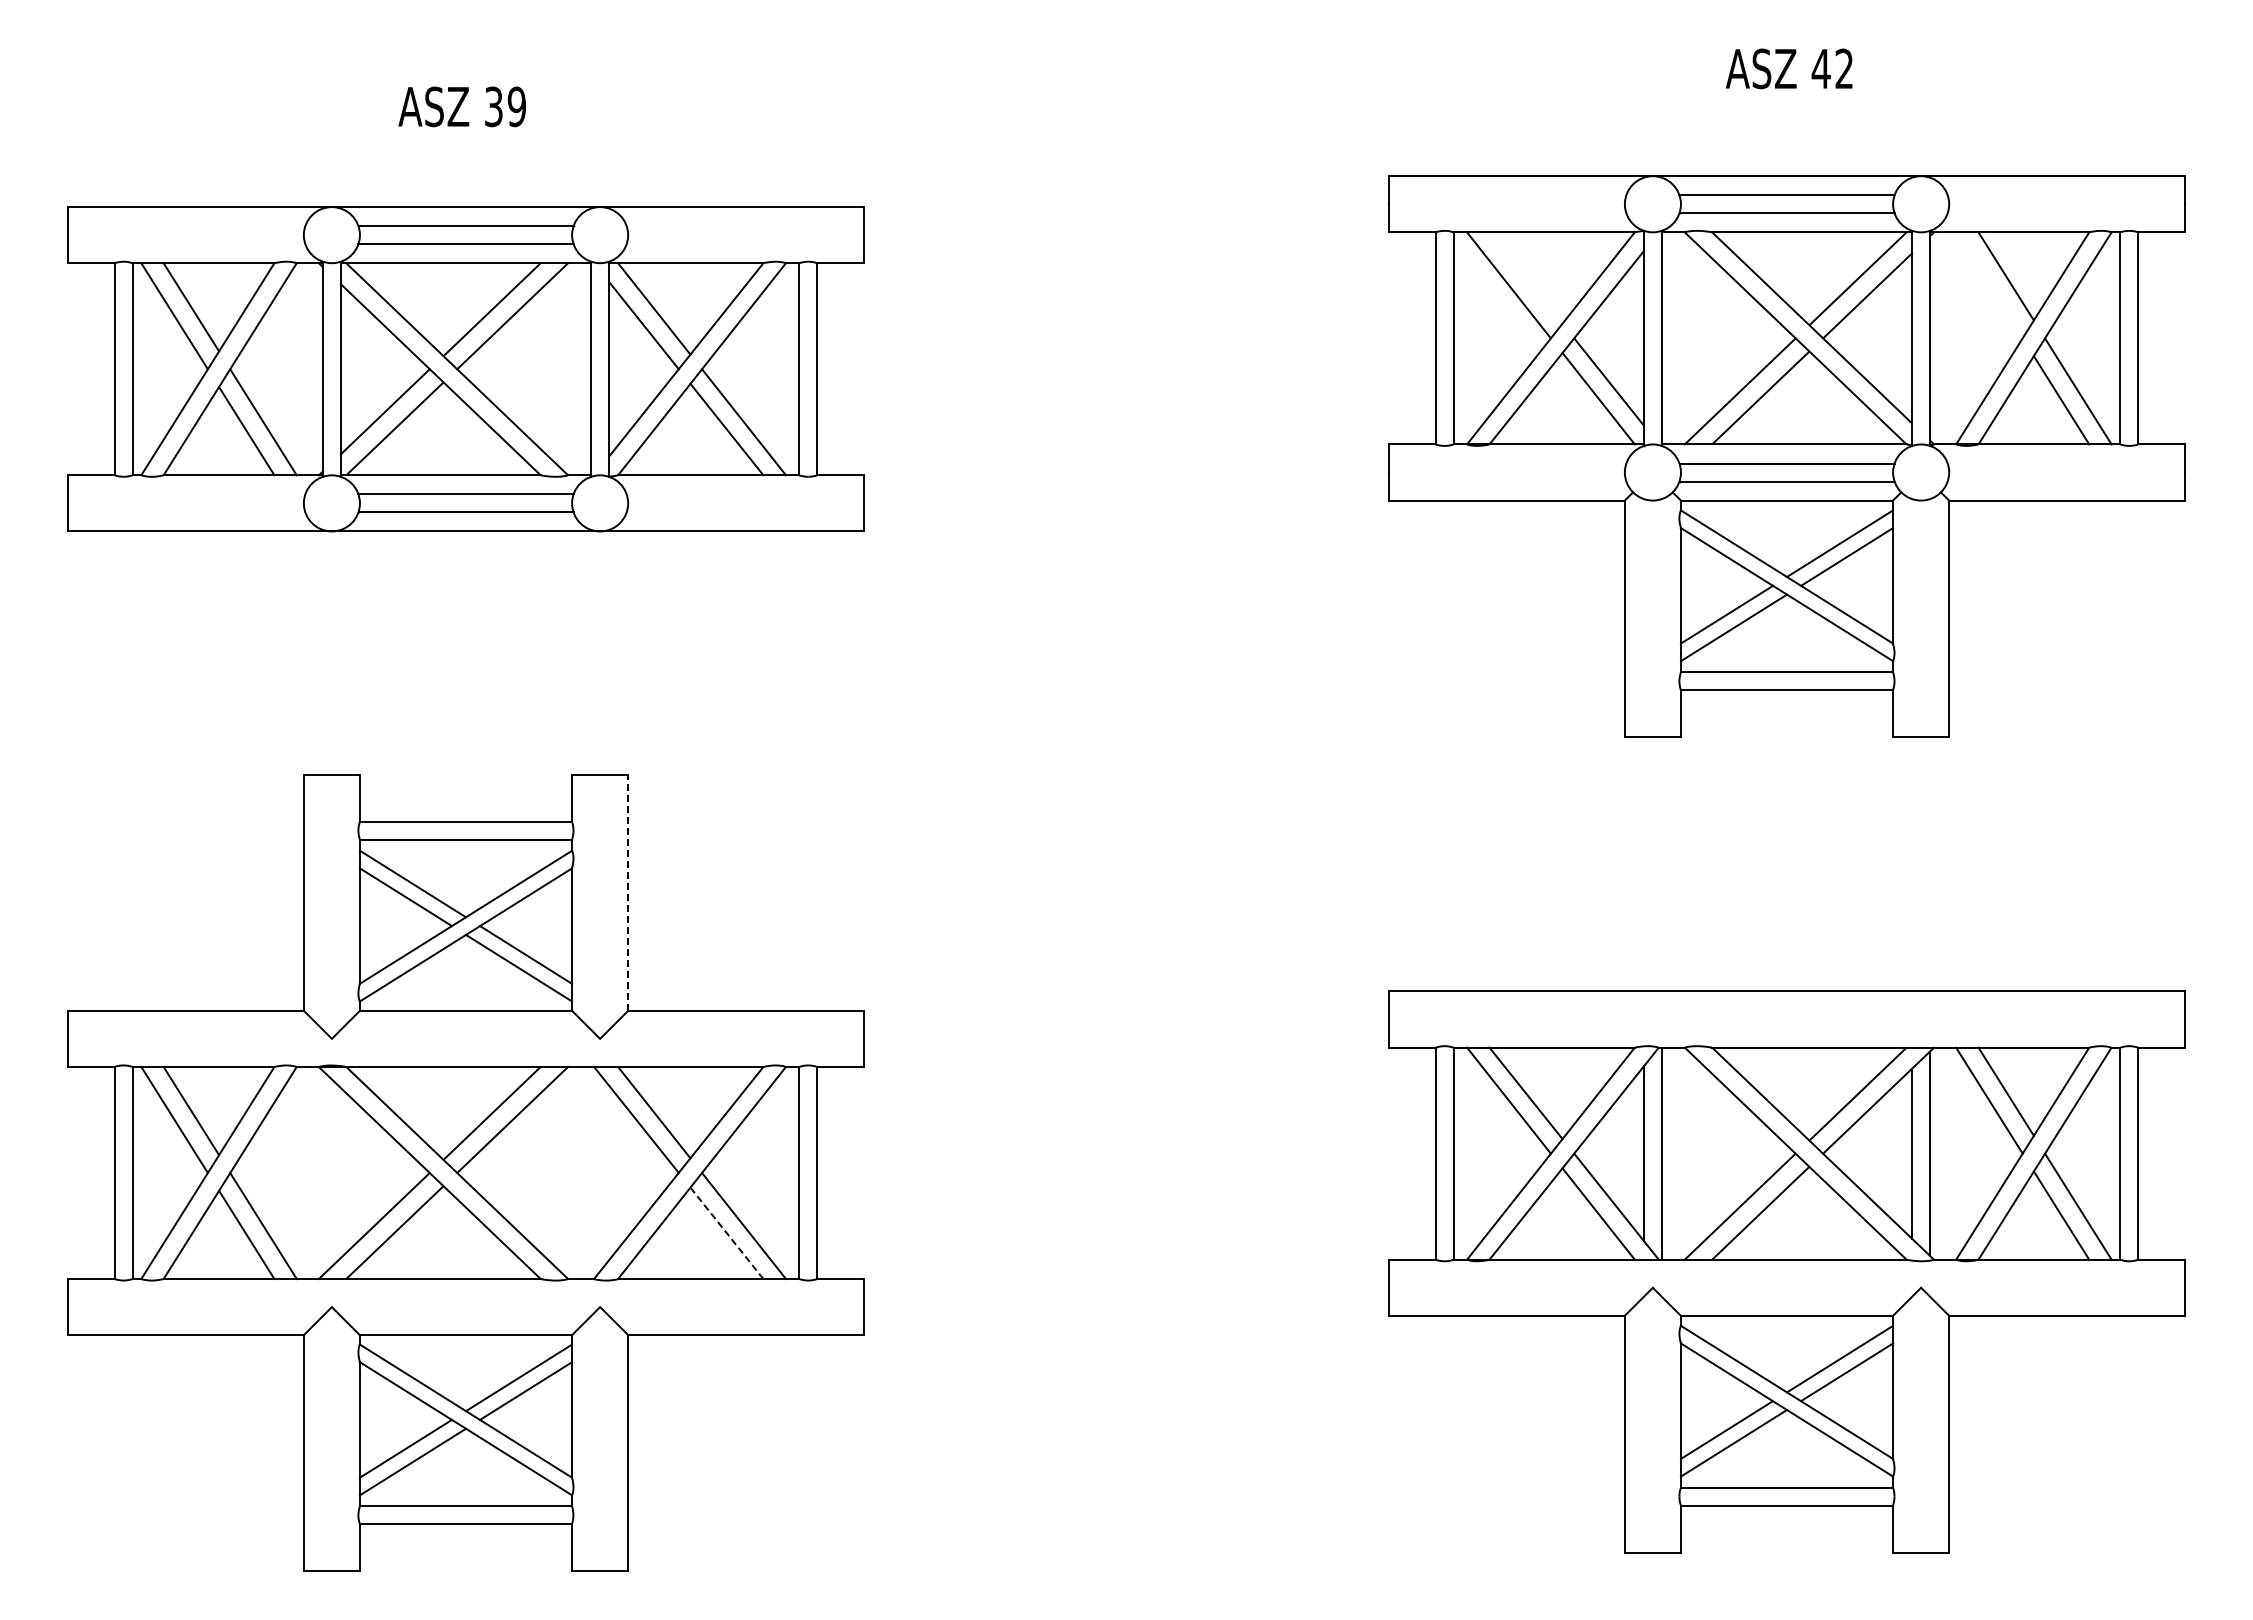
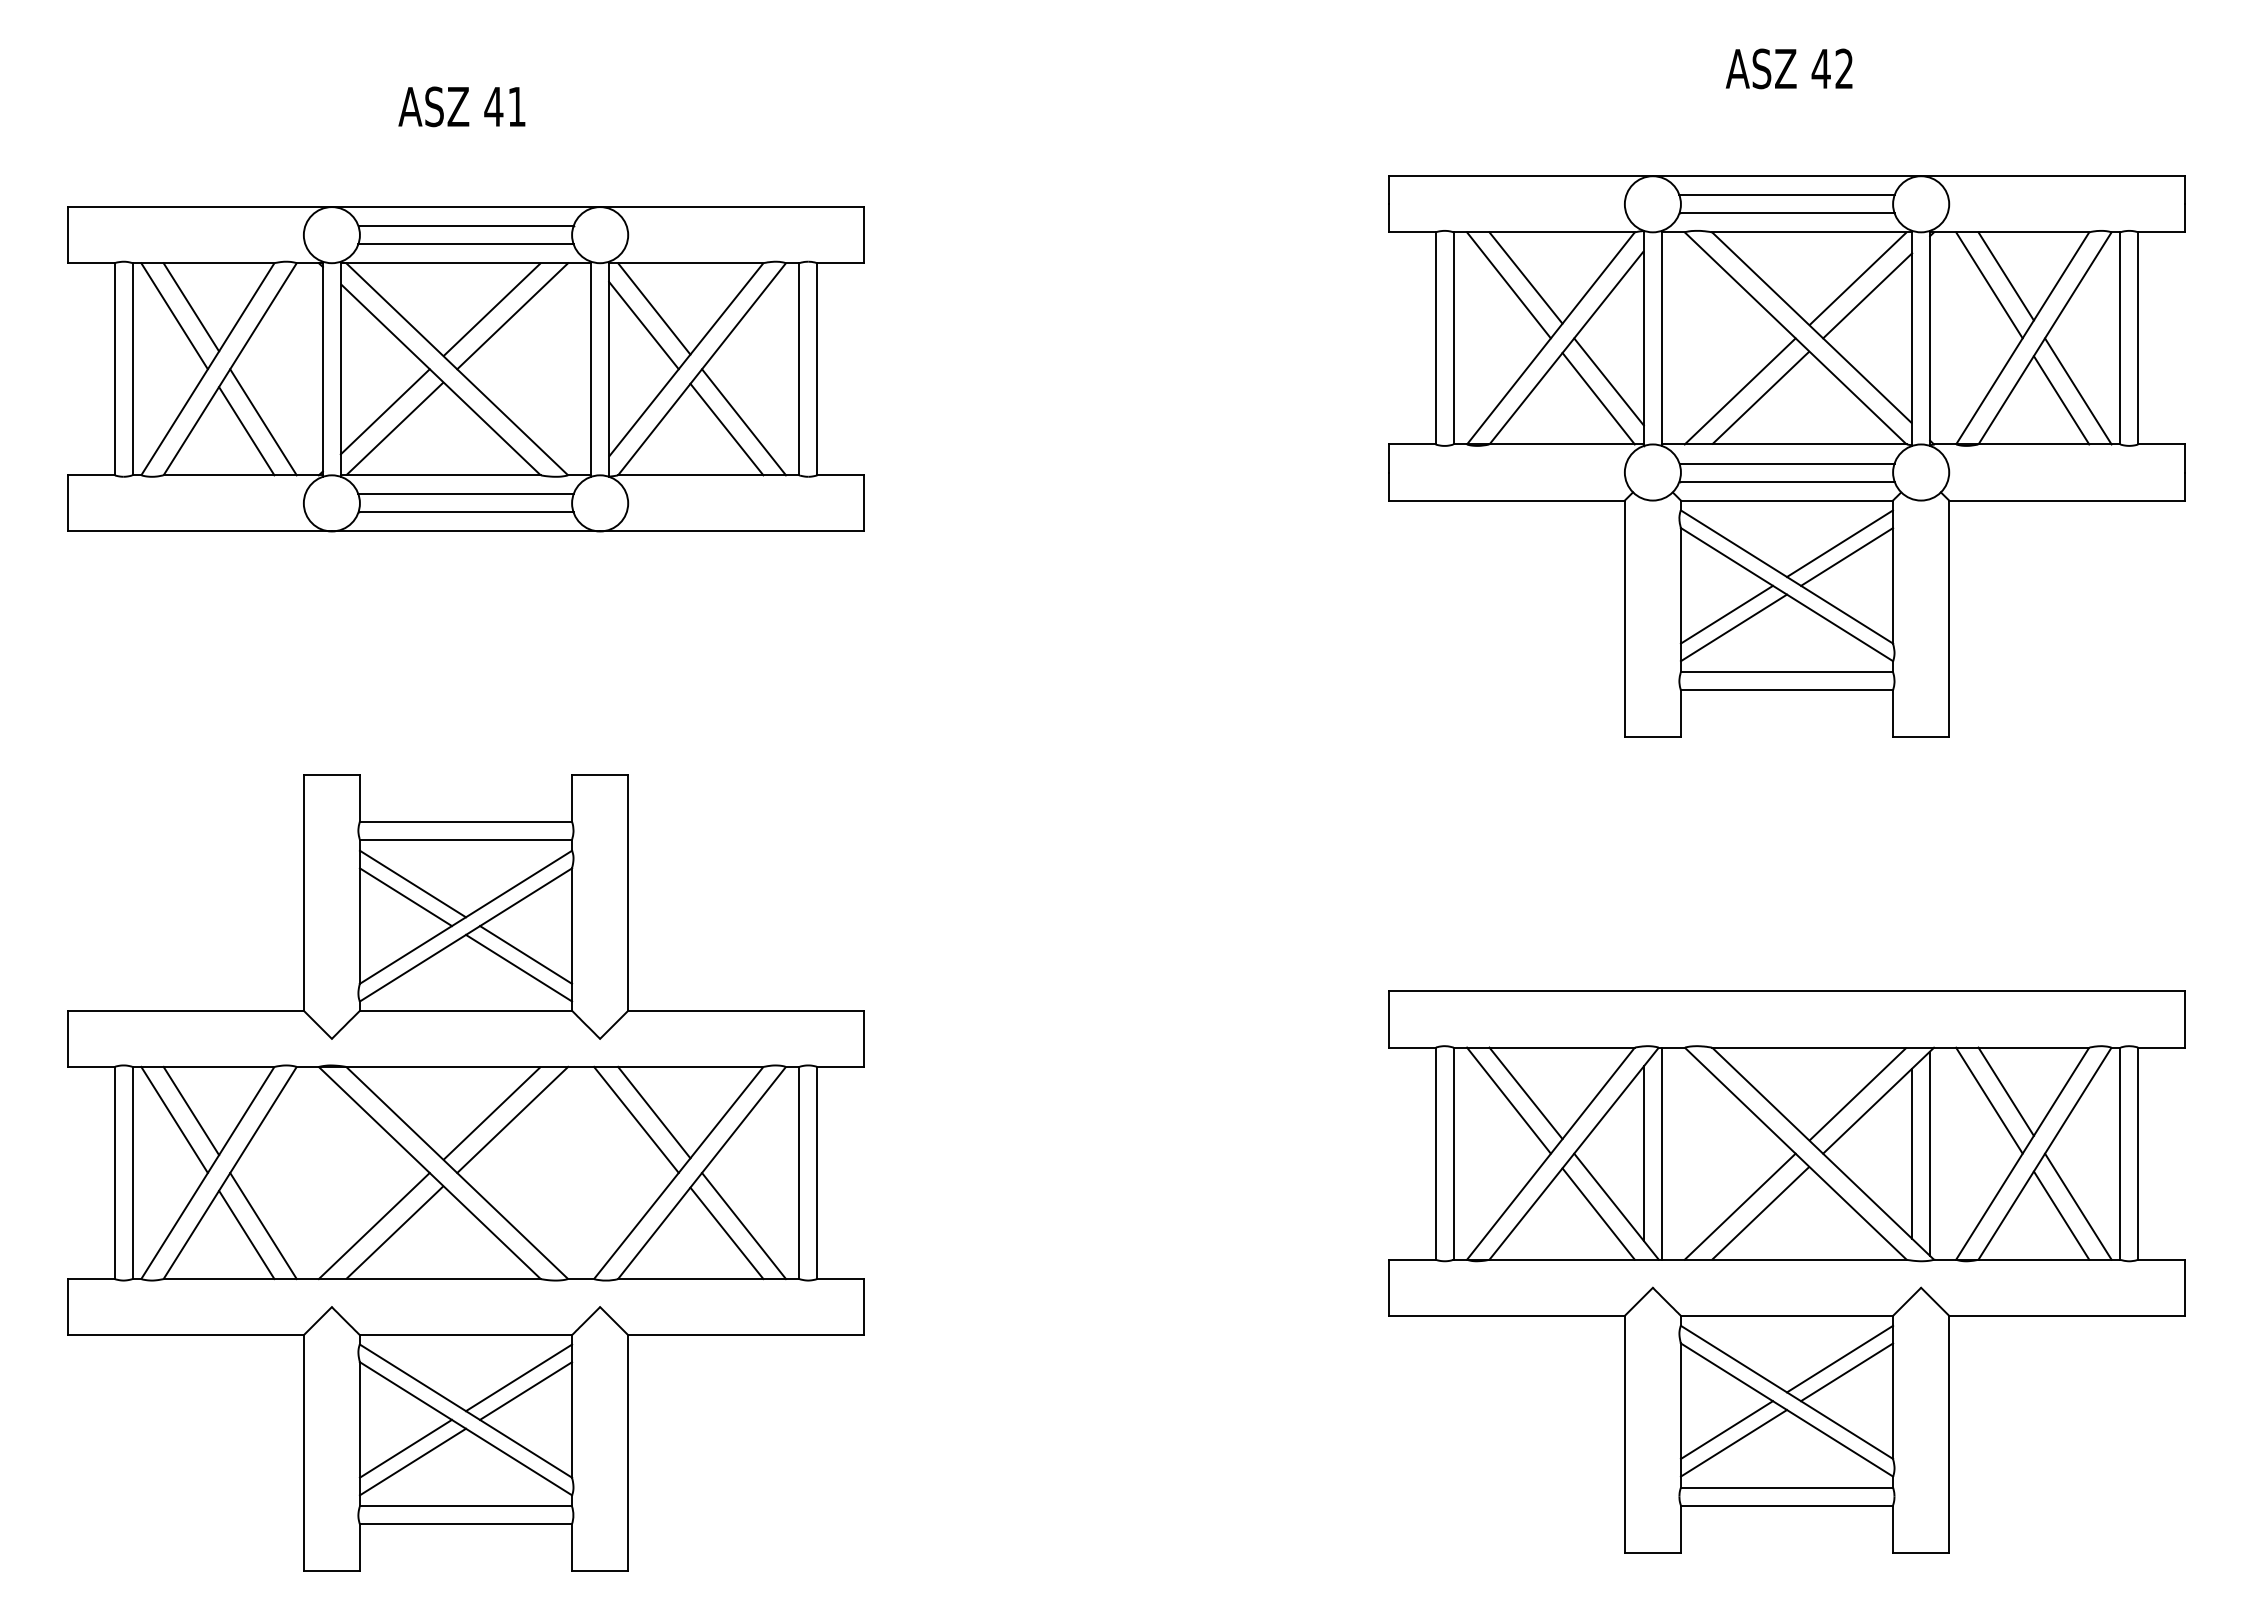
text at (505, 106): 39 -> 41
line at (1525, 277): none -> present
line at (1989, 285): none -> present
line at (628, 892): dashed -> solid
line at (727, 1233): dashed -> solid
